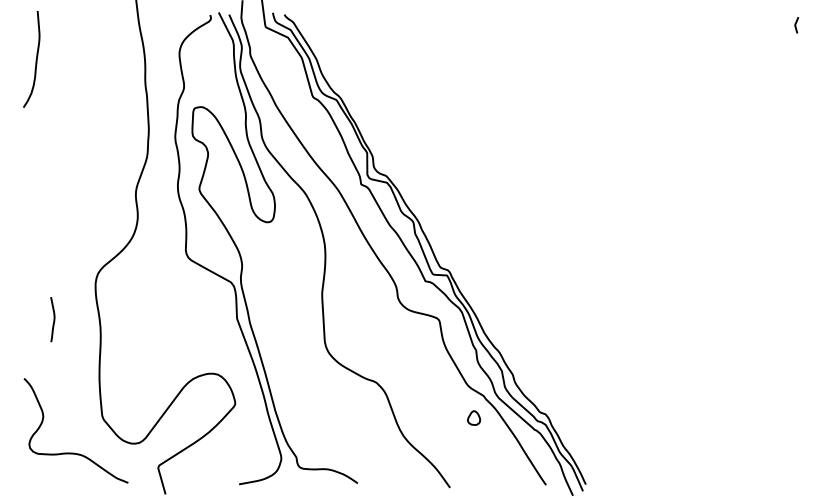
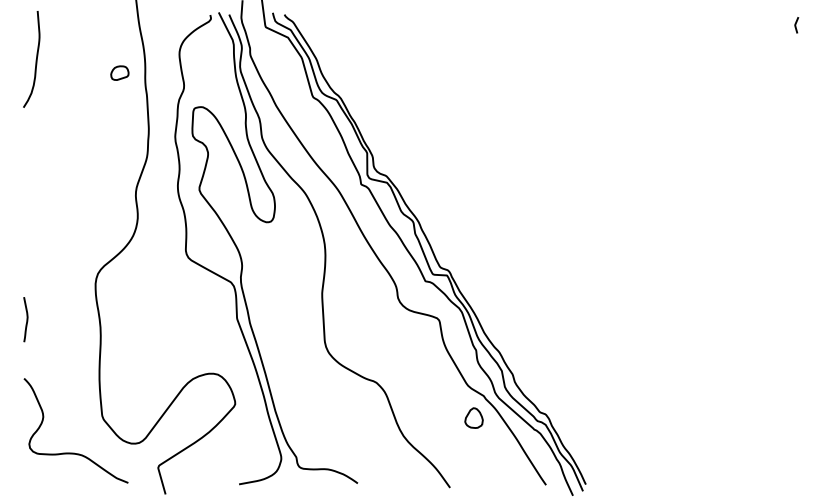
part at (119, 72): none -> present
curve at (53, 319) position: (53, 319) -> (26, 319)
part at (474, 417) size: 15x16 px -> 20x22 px
